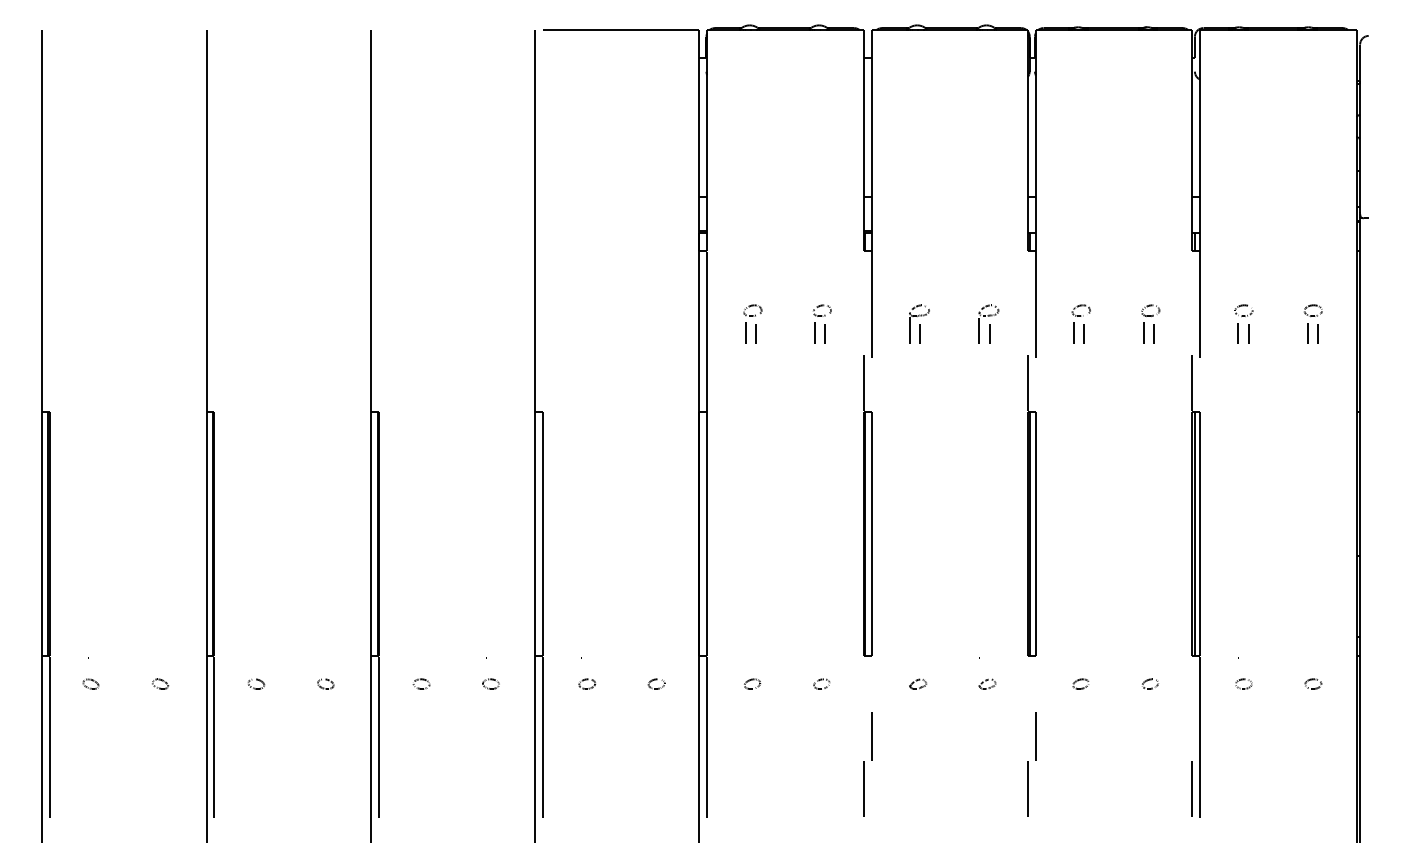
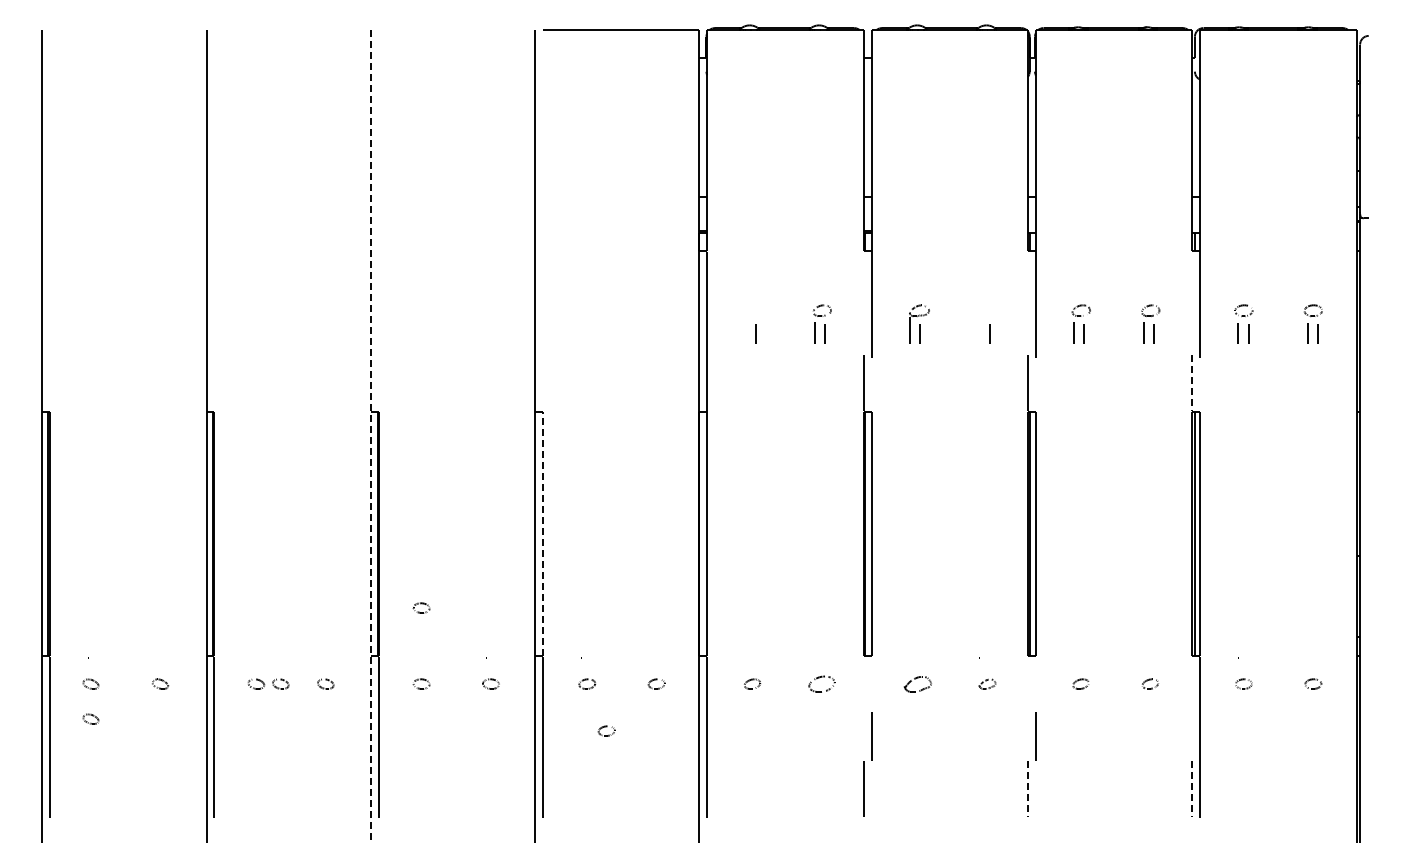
part at (988, 316): present -> none
part at (752, 323): present -> none
line at (1192, 382): solid -> dashed
line at (370, 435): solid -> dashed
line at (542, 533): solid -> dashed
part at (421, 607): none -> present
part at (280, 683): none -> present
part at (821, 683) size: 18x12 px -> 28x18 px
part at (918, 683) size: 19x12 px -> 29x17 px
part at (90, 718): none -> present
part at (606, 730): none -> present
line at (1027, 789): solid -> dashed
line at (1192, 789): solid -> dashed
